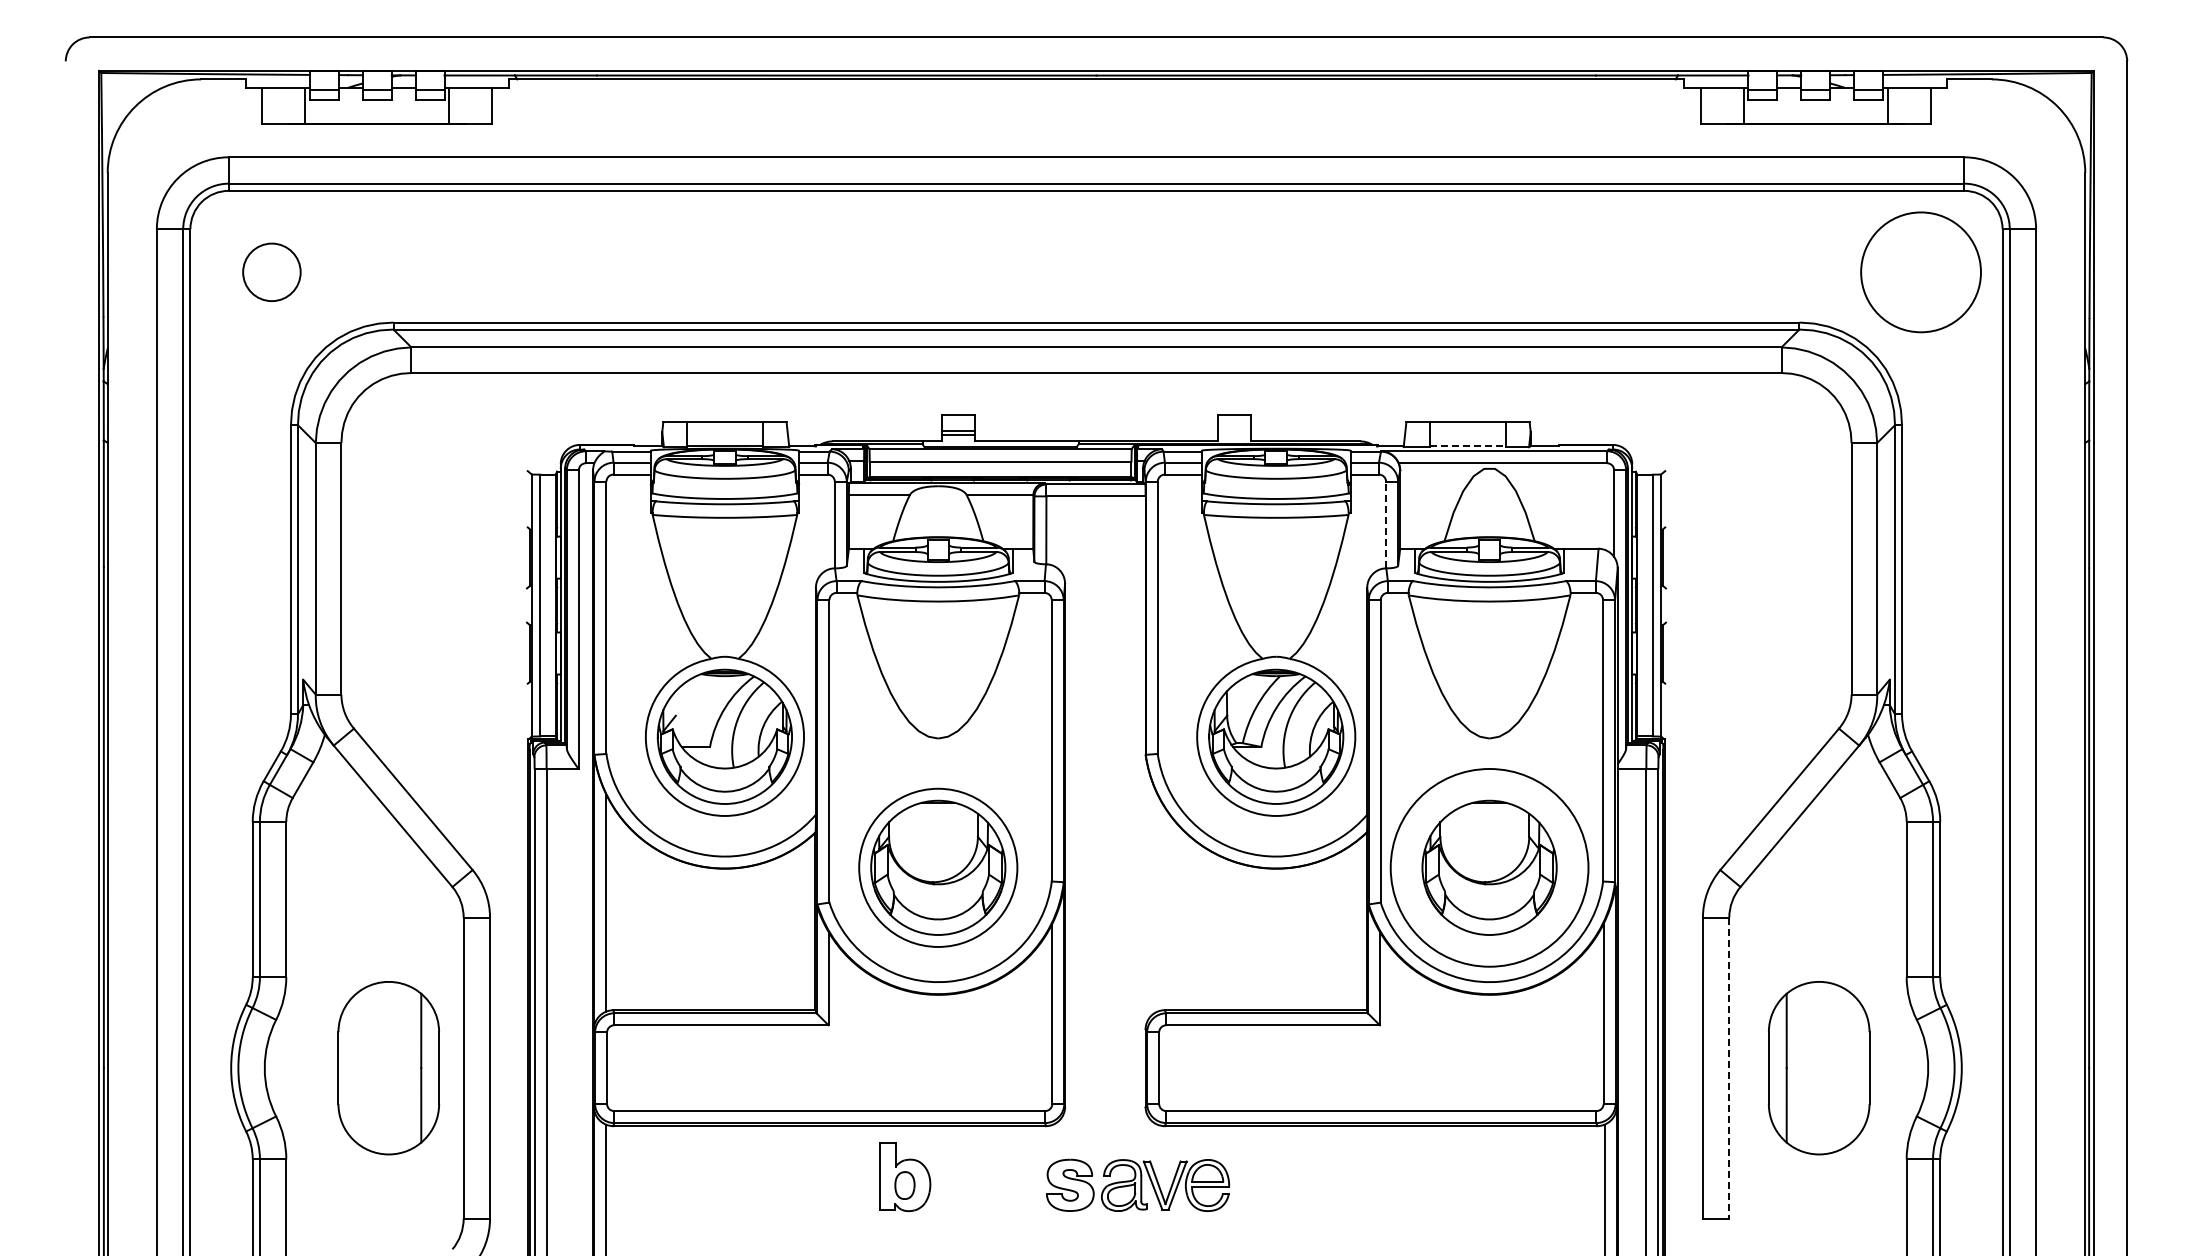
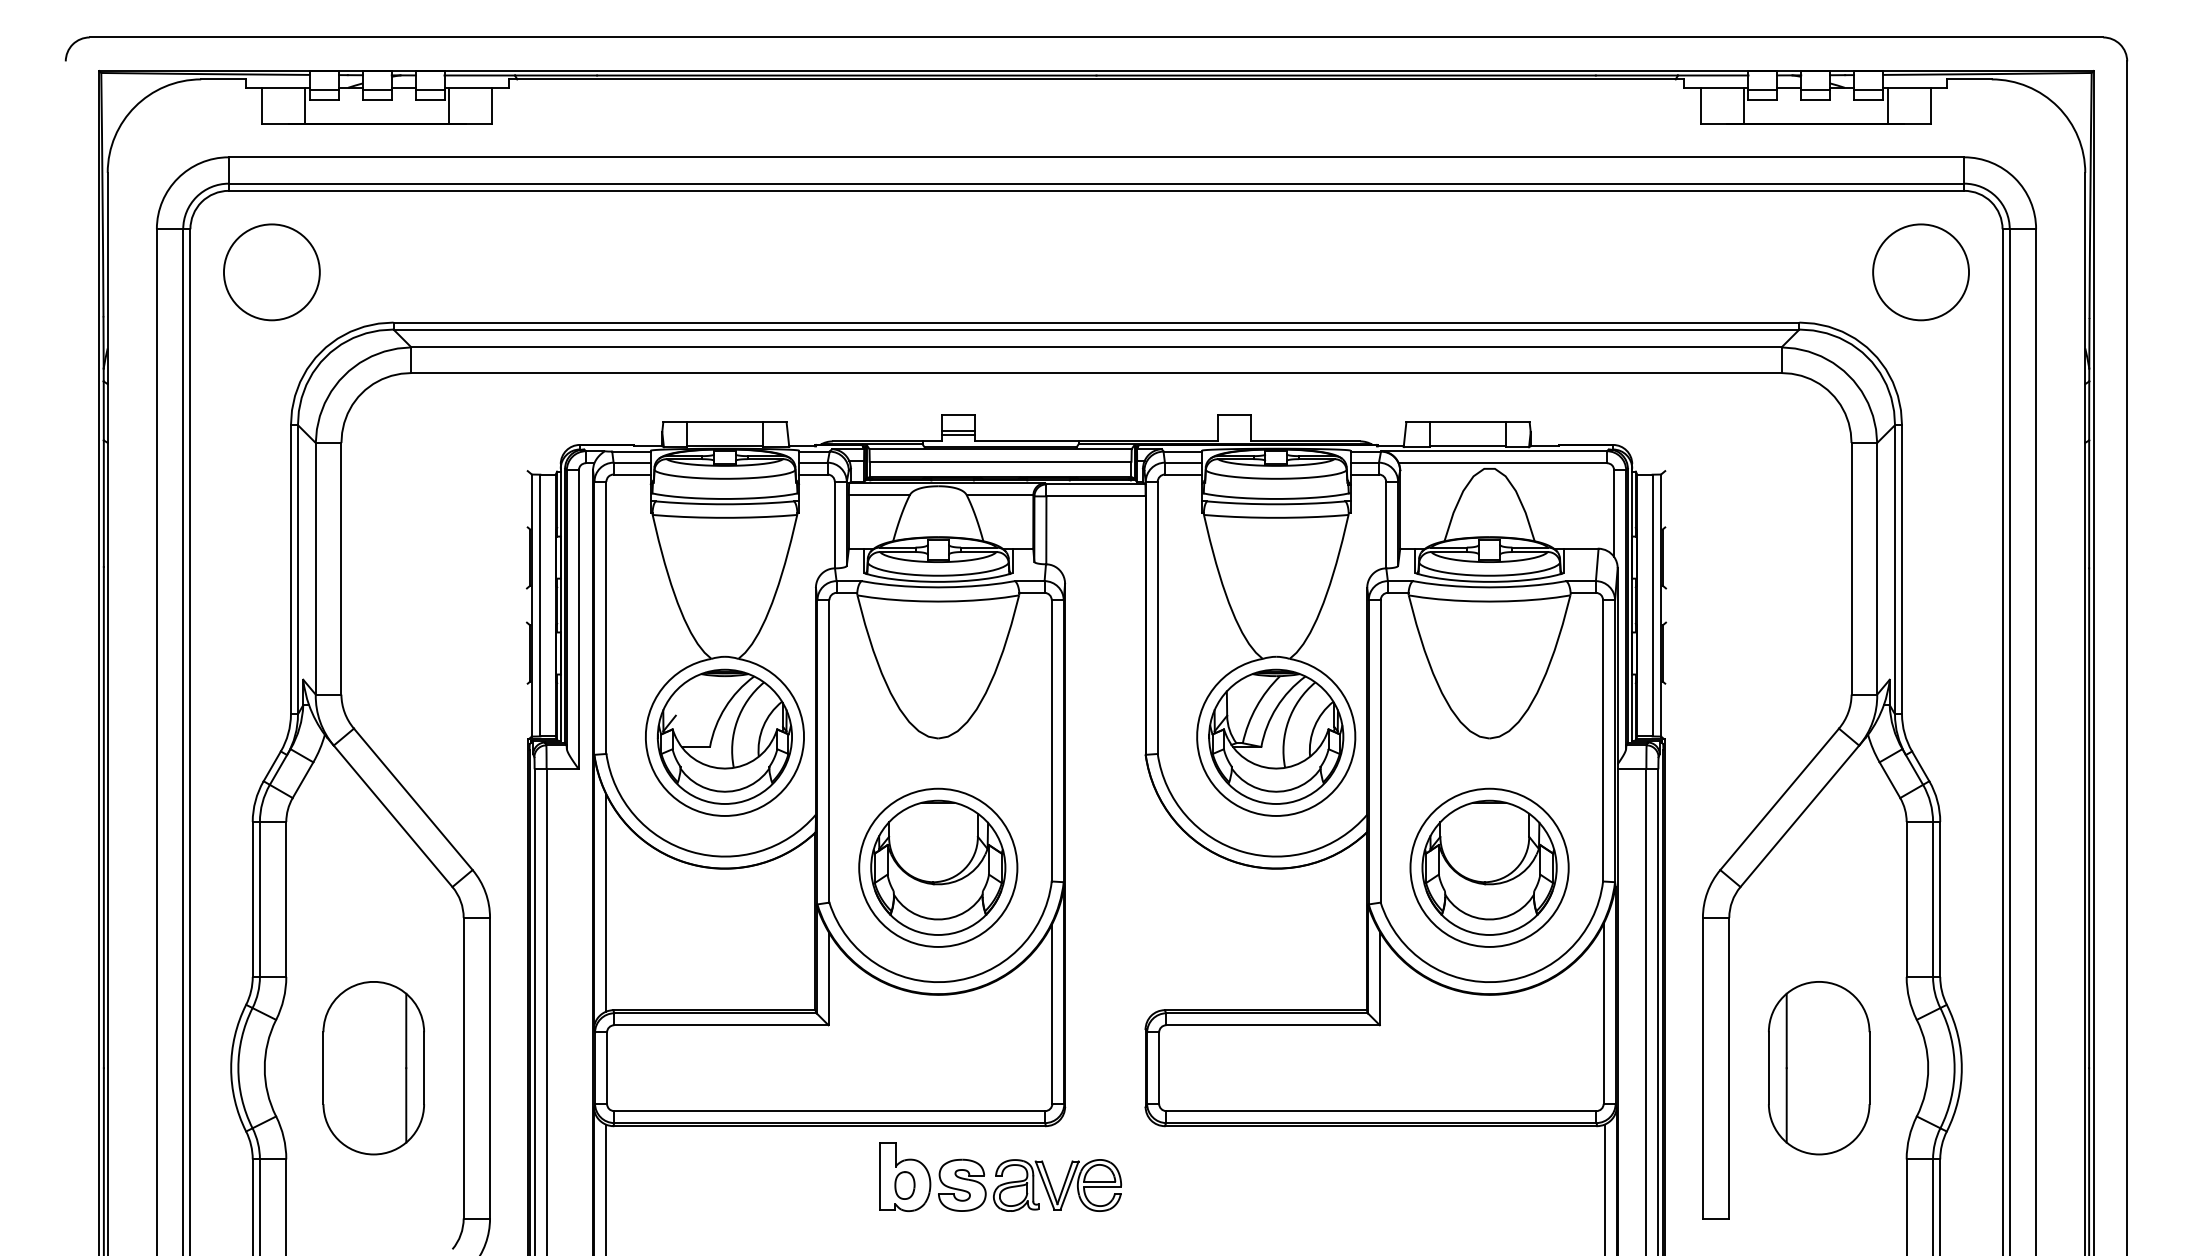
circle at (271, 272) diameter: 58 px -> 96 px
circle at (1920, 272) diameter: 120 px -> 96 px
line at (1468, 445): dashed -> solid
line at (1386, 524): dashed -> solid
circle at (1489, 867) diameter: 198 px -> 158 px
part at (388, 1068) position: (388, 1068) -> (373, 1068)
line at (1729, 1068): dashed -> solid
part at (1138, 1184) position: (1138, 1184) -> (1030, 1184)
